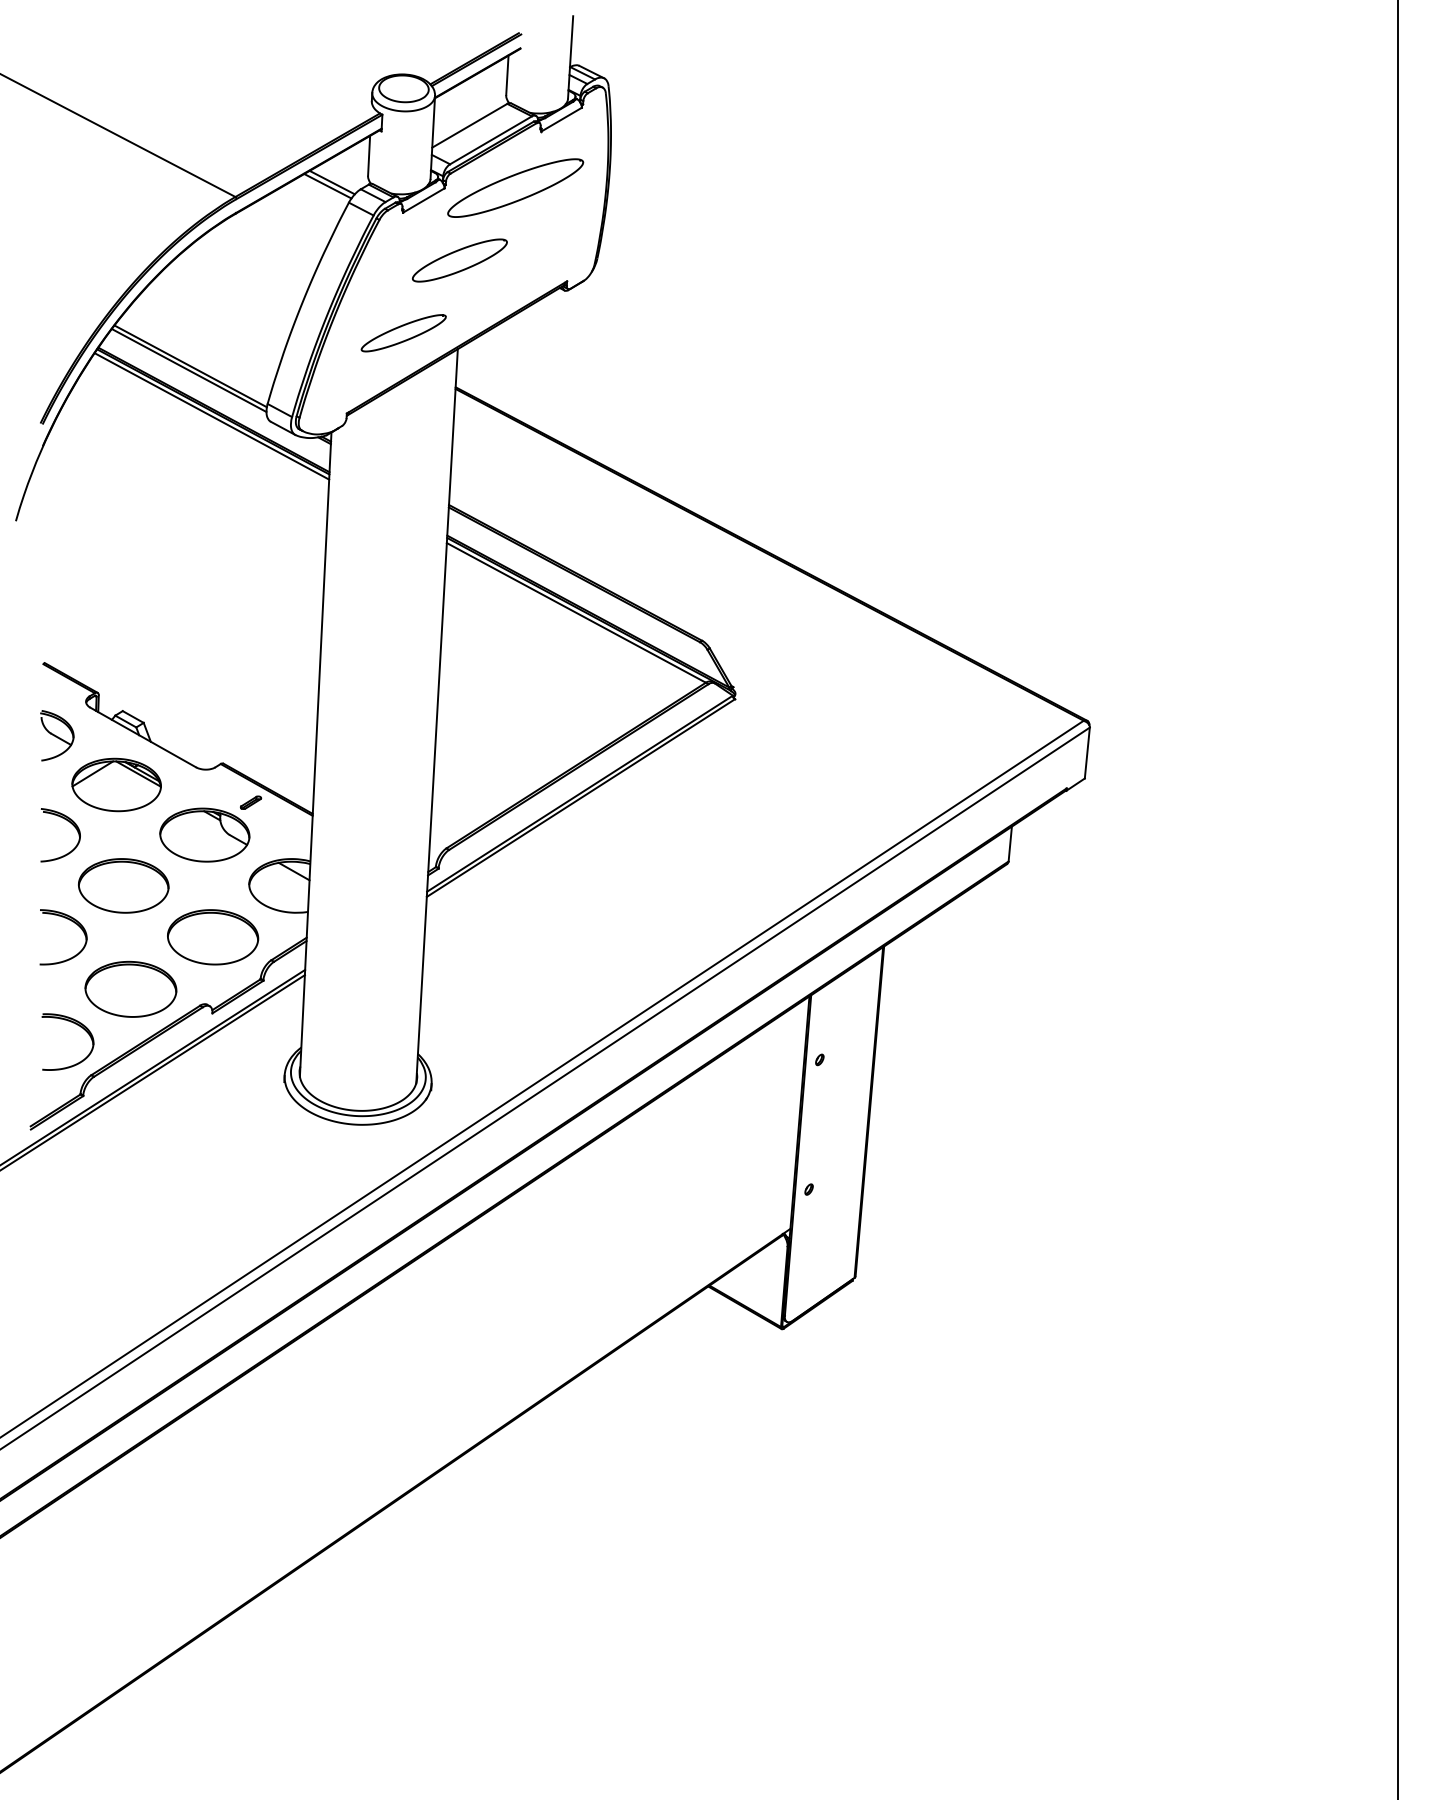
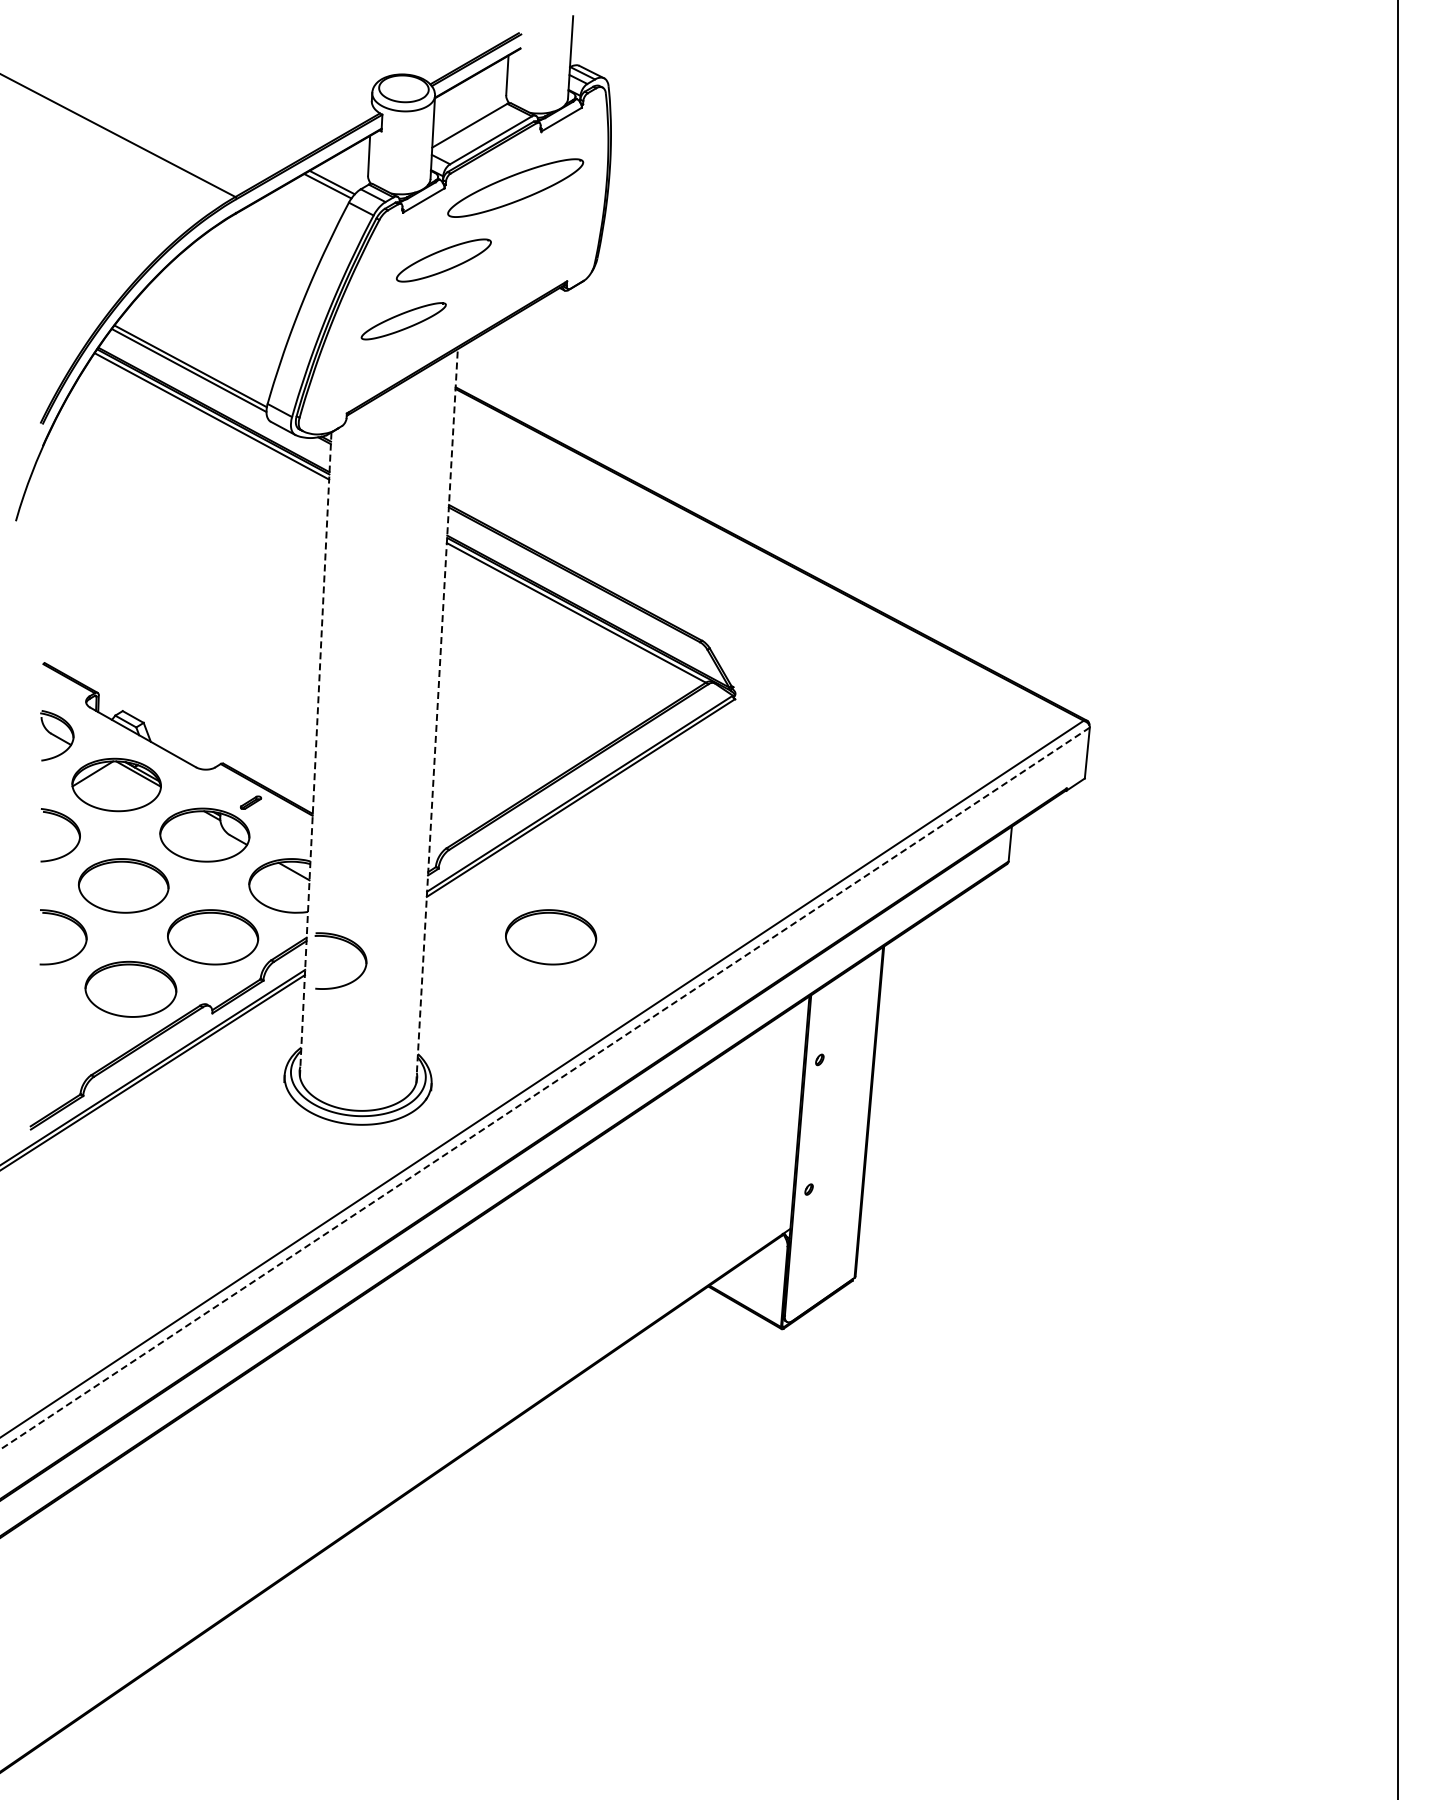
part at (459, 260) position: (459, 260) -> (443, 260)
part at (403, 333) position: (403, 333) -> (403, 321)
line at (437, 716): solid -> dashed
line at (315, 754): solid -> dashed
part at (551, 937): none -> present
part at (75, 1024) position: (75, 1024) -> (348, 943)
line at (544, 1088): solid -> dashed
